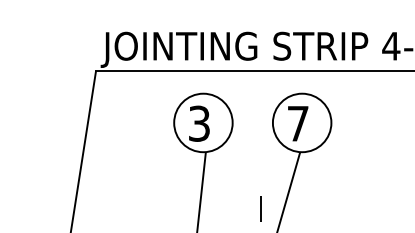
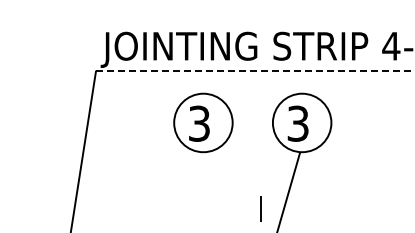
line at (255, 70): solid -> dashed
text at (297, 123): 7 -> 3
line at (201, 190): present -> none
